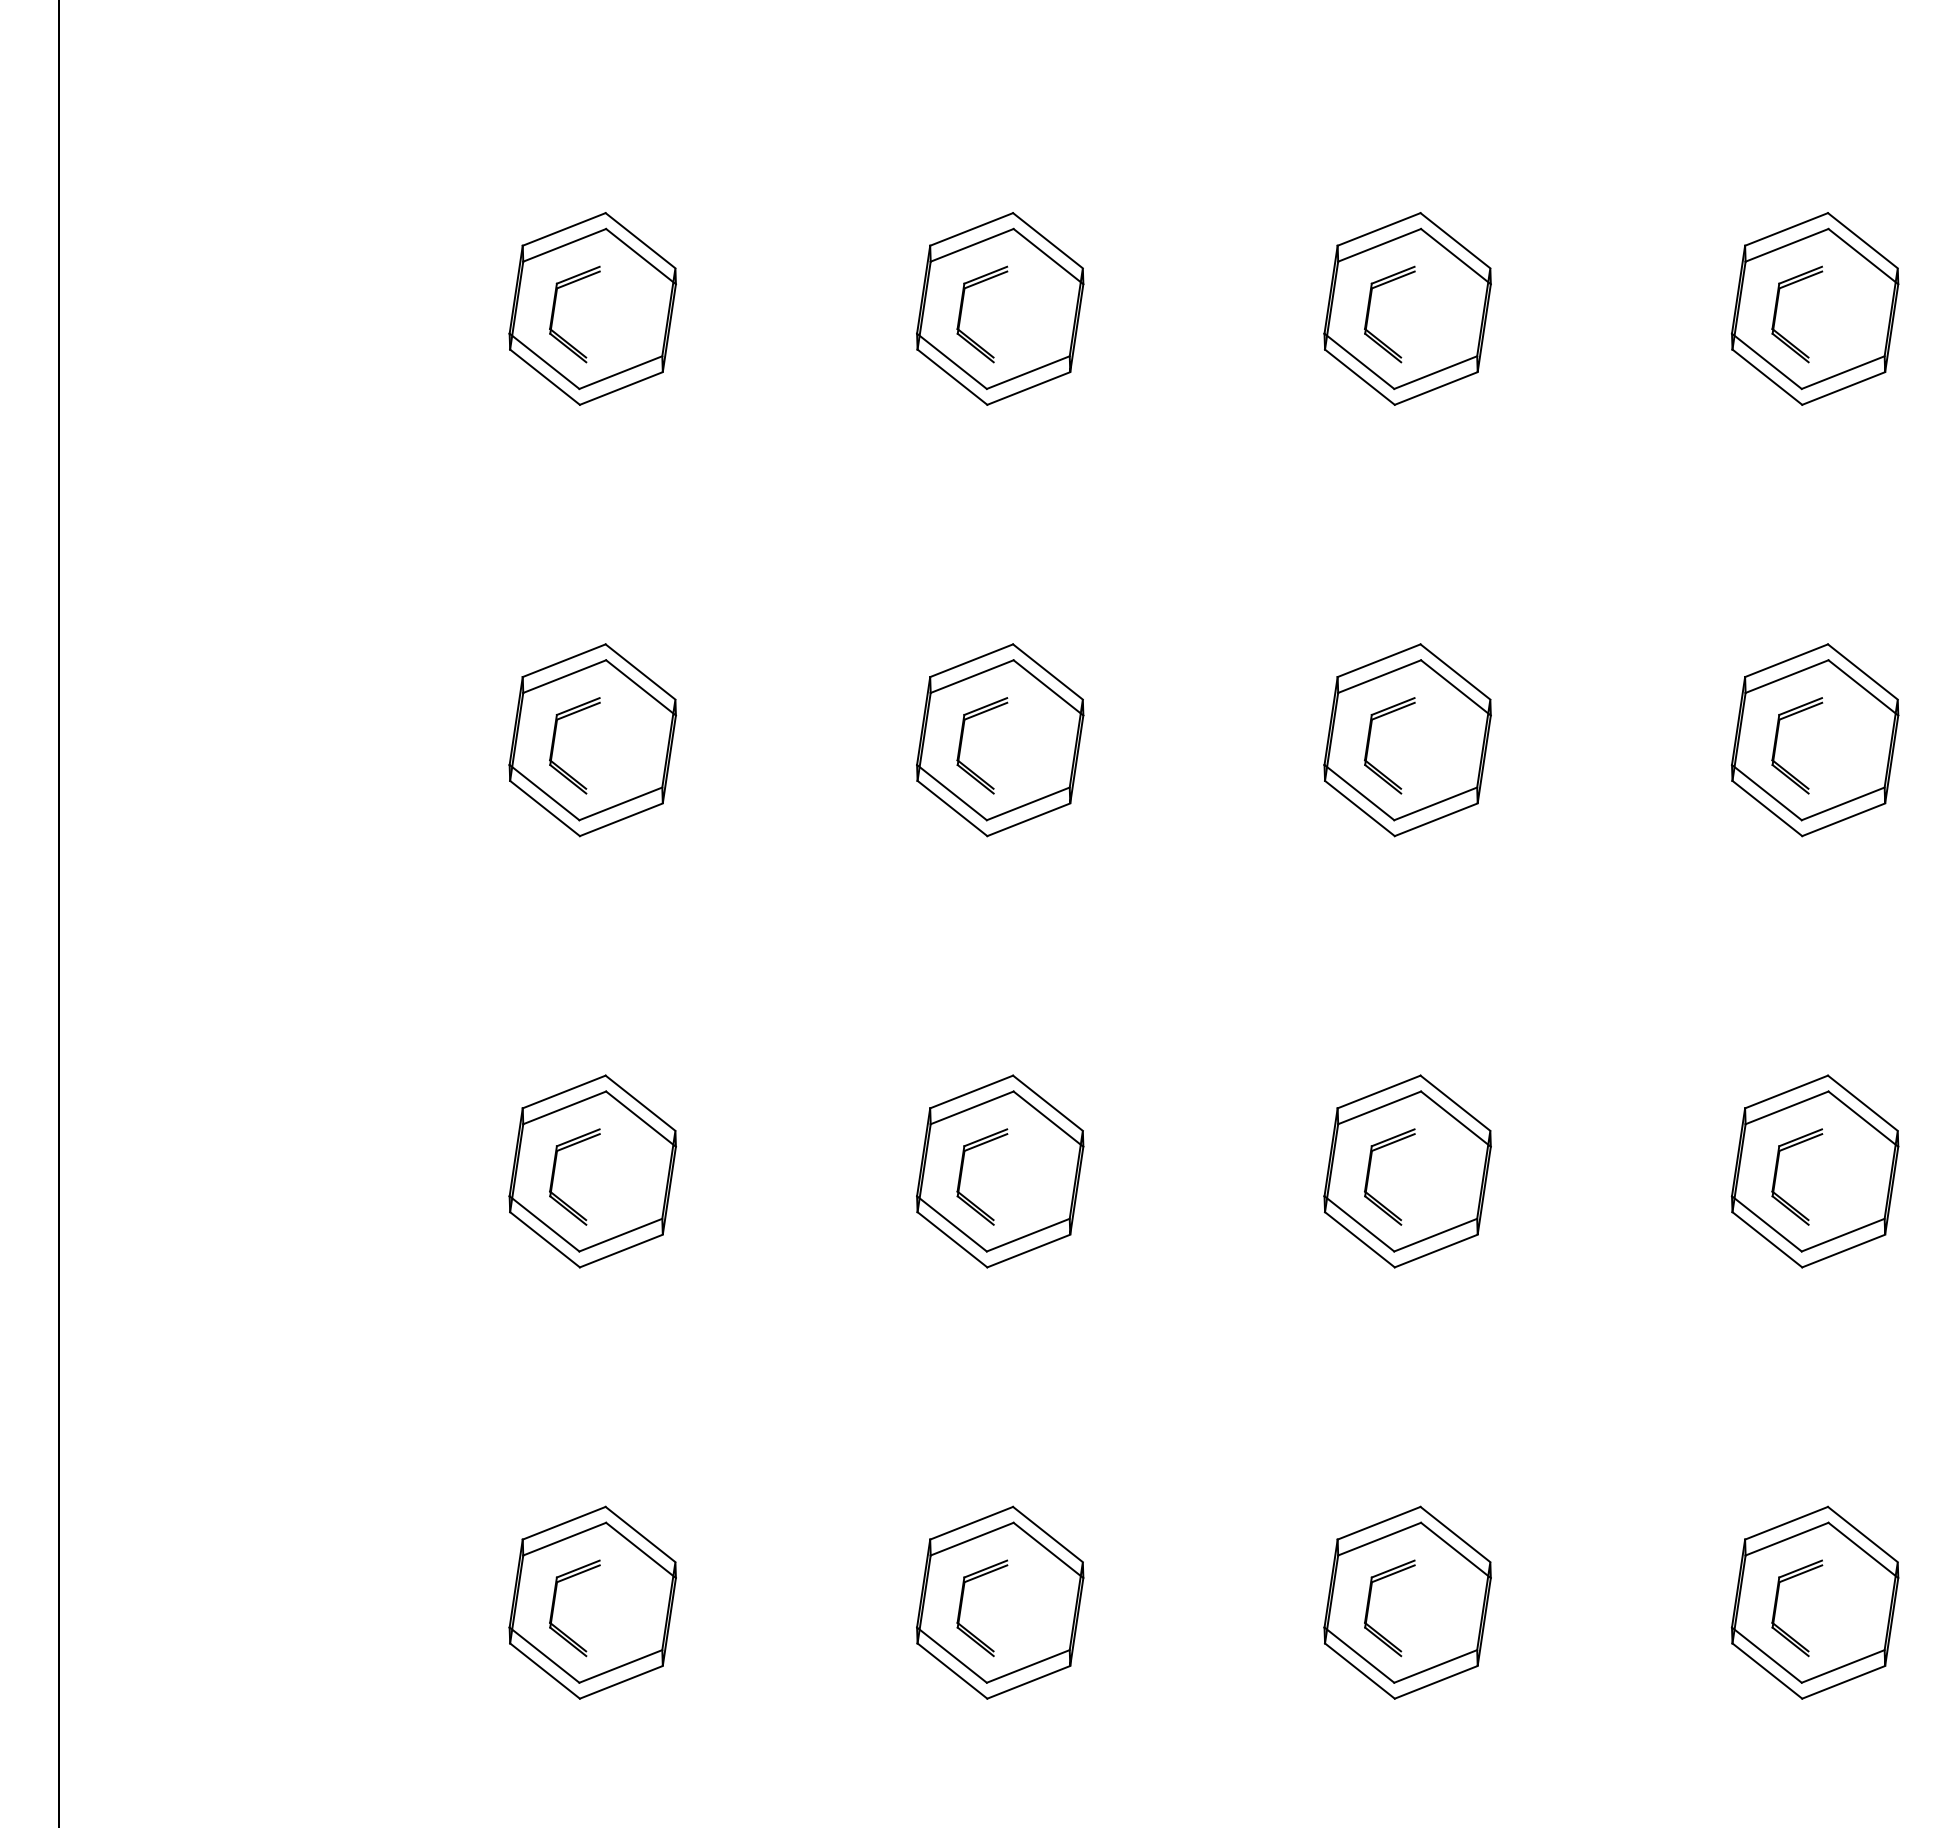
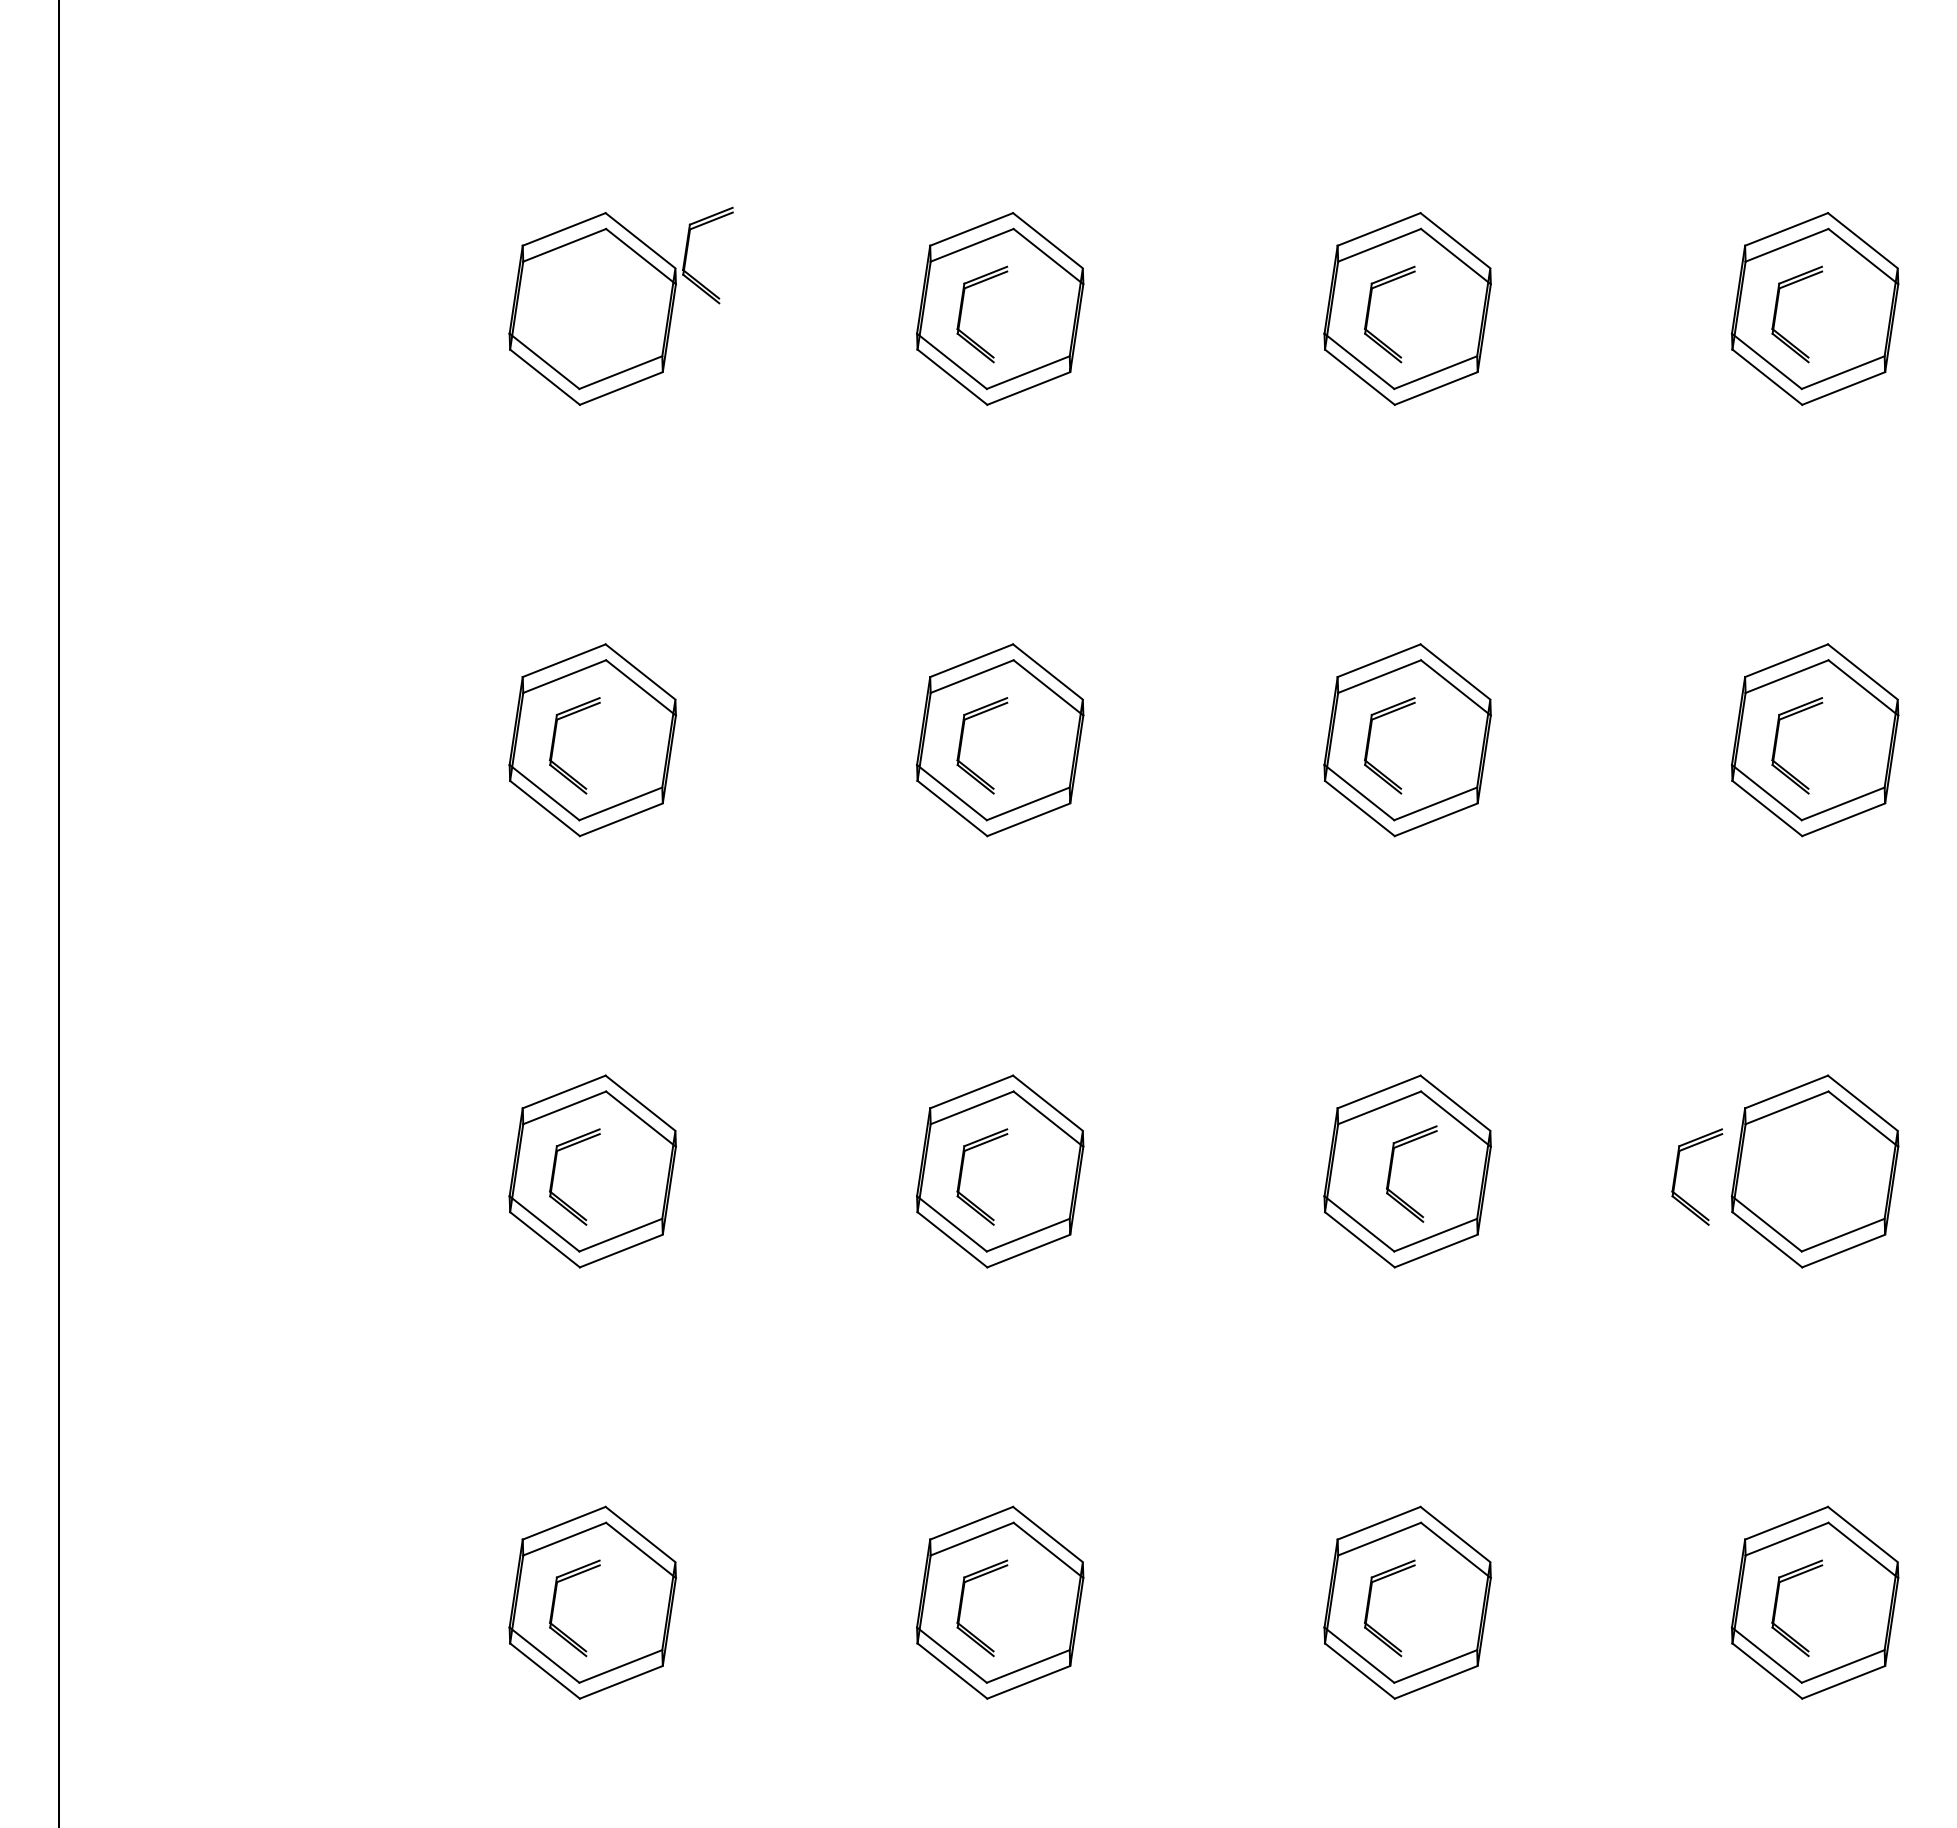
part at (554, 314) position: (554, 314) -> (687, 255)
part at (1777, 1172) position: (1777, 1172) -> (1677, 1172)
part at (1369, 1176) position: (1369, 1176) -> (1391, 1173)
